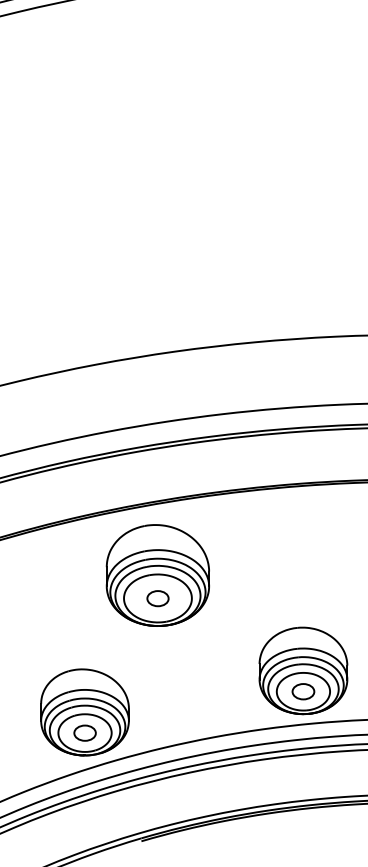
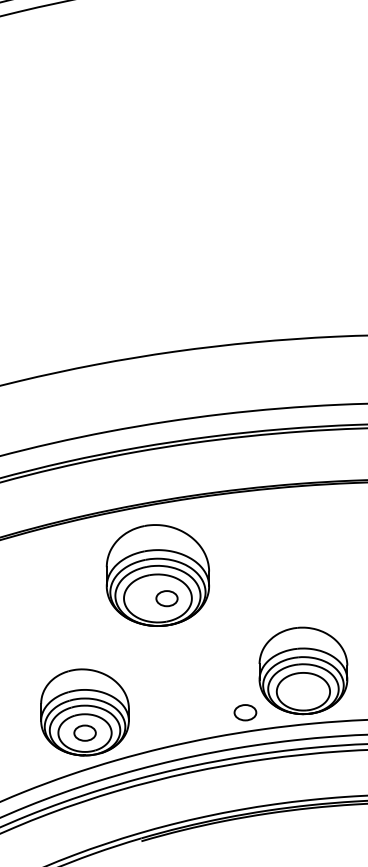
part at (157, 598) position: (157, 598) -> (166, 598)
part at (303, 691) position: (303, 691) -> (245, 712)
